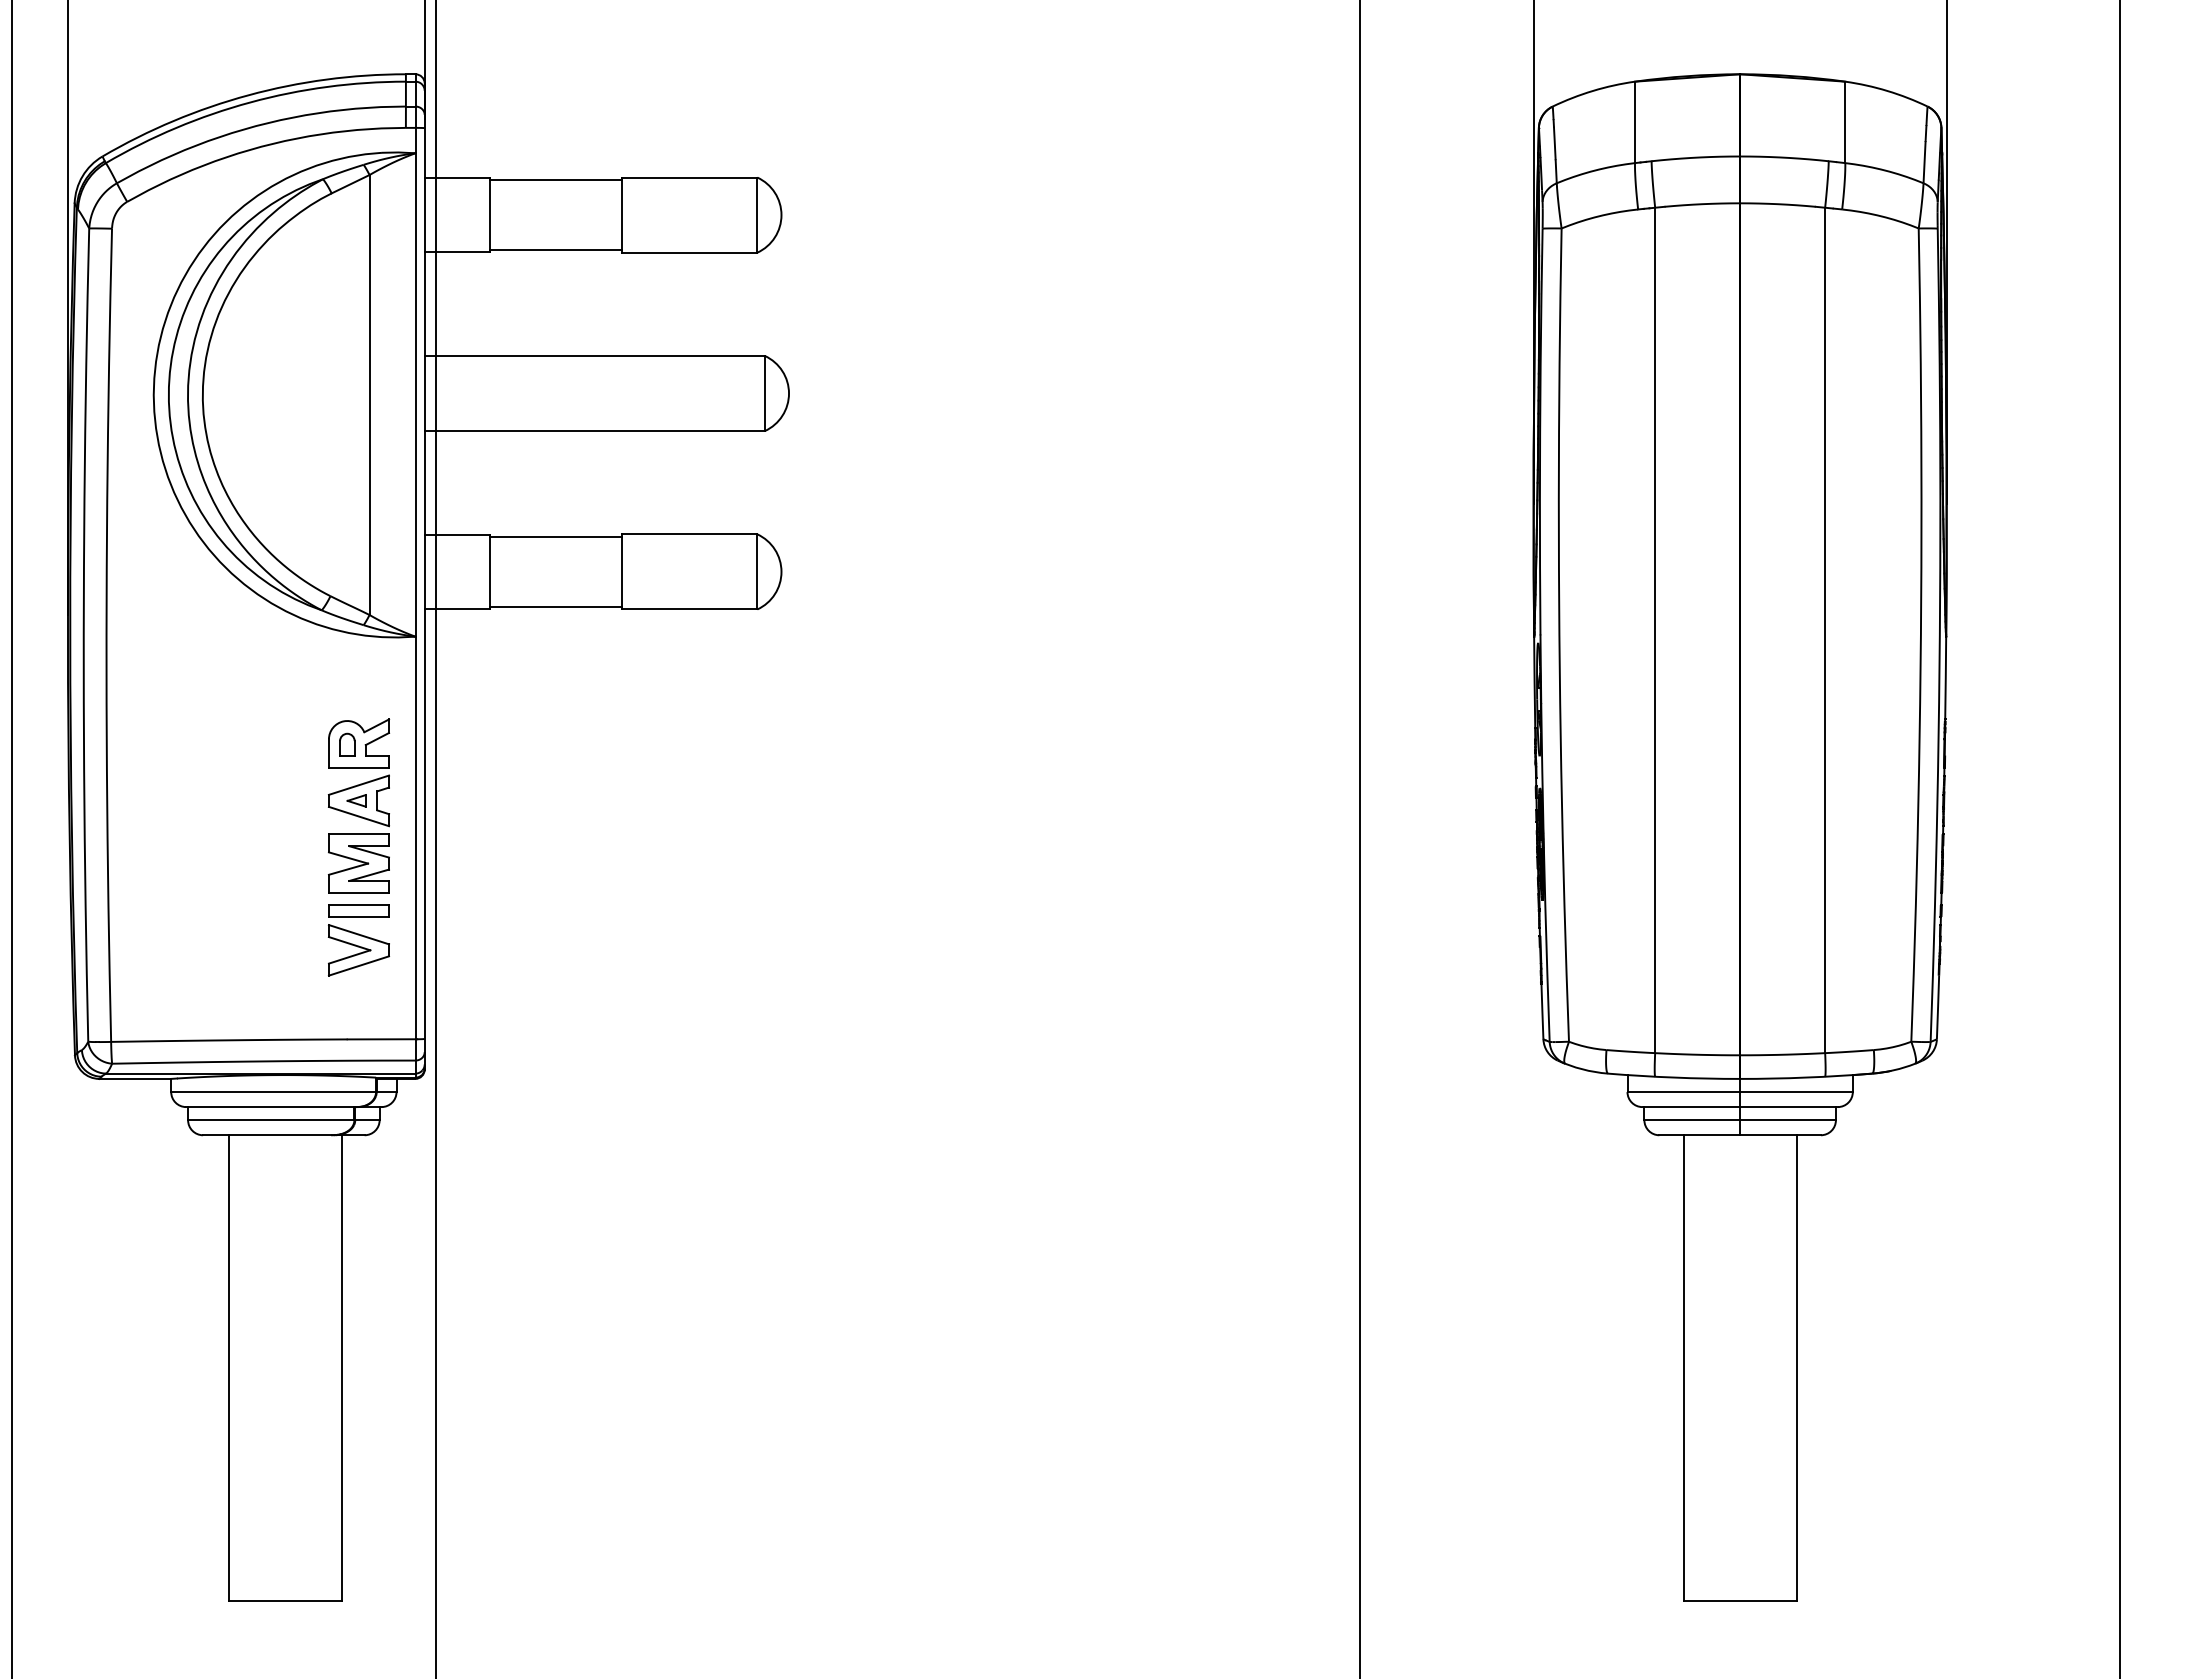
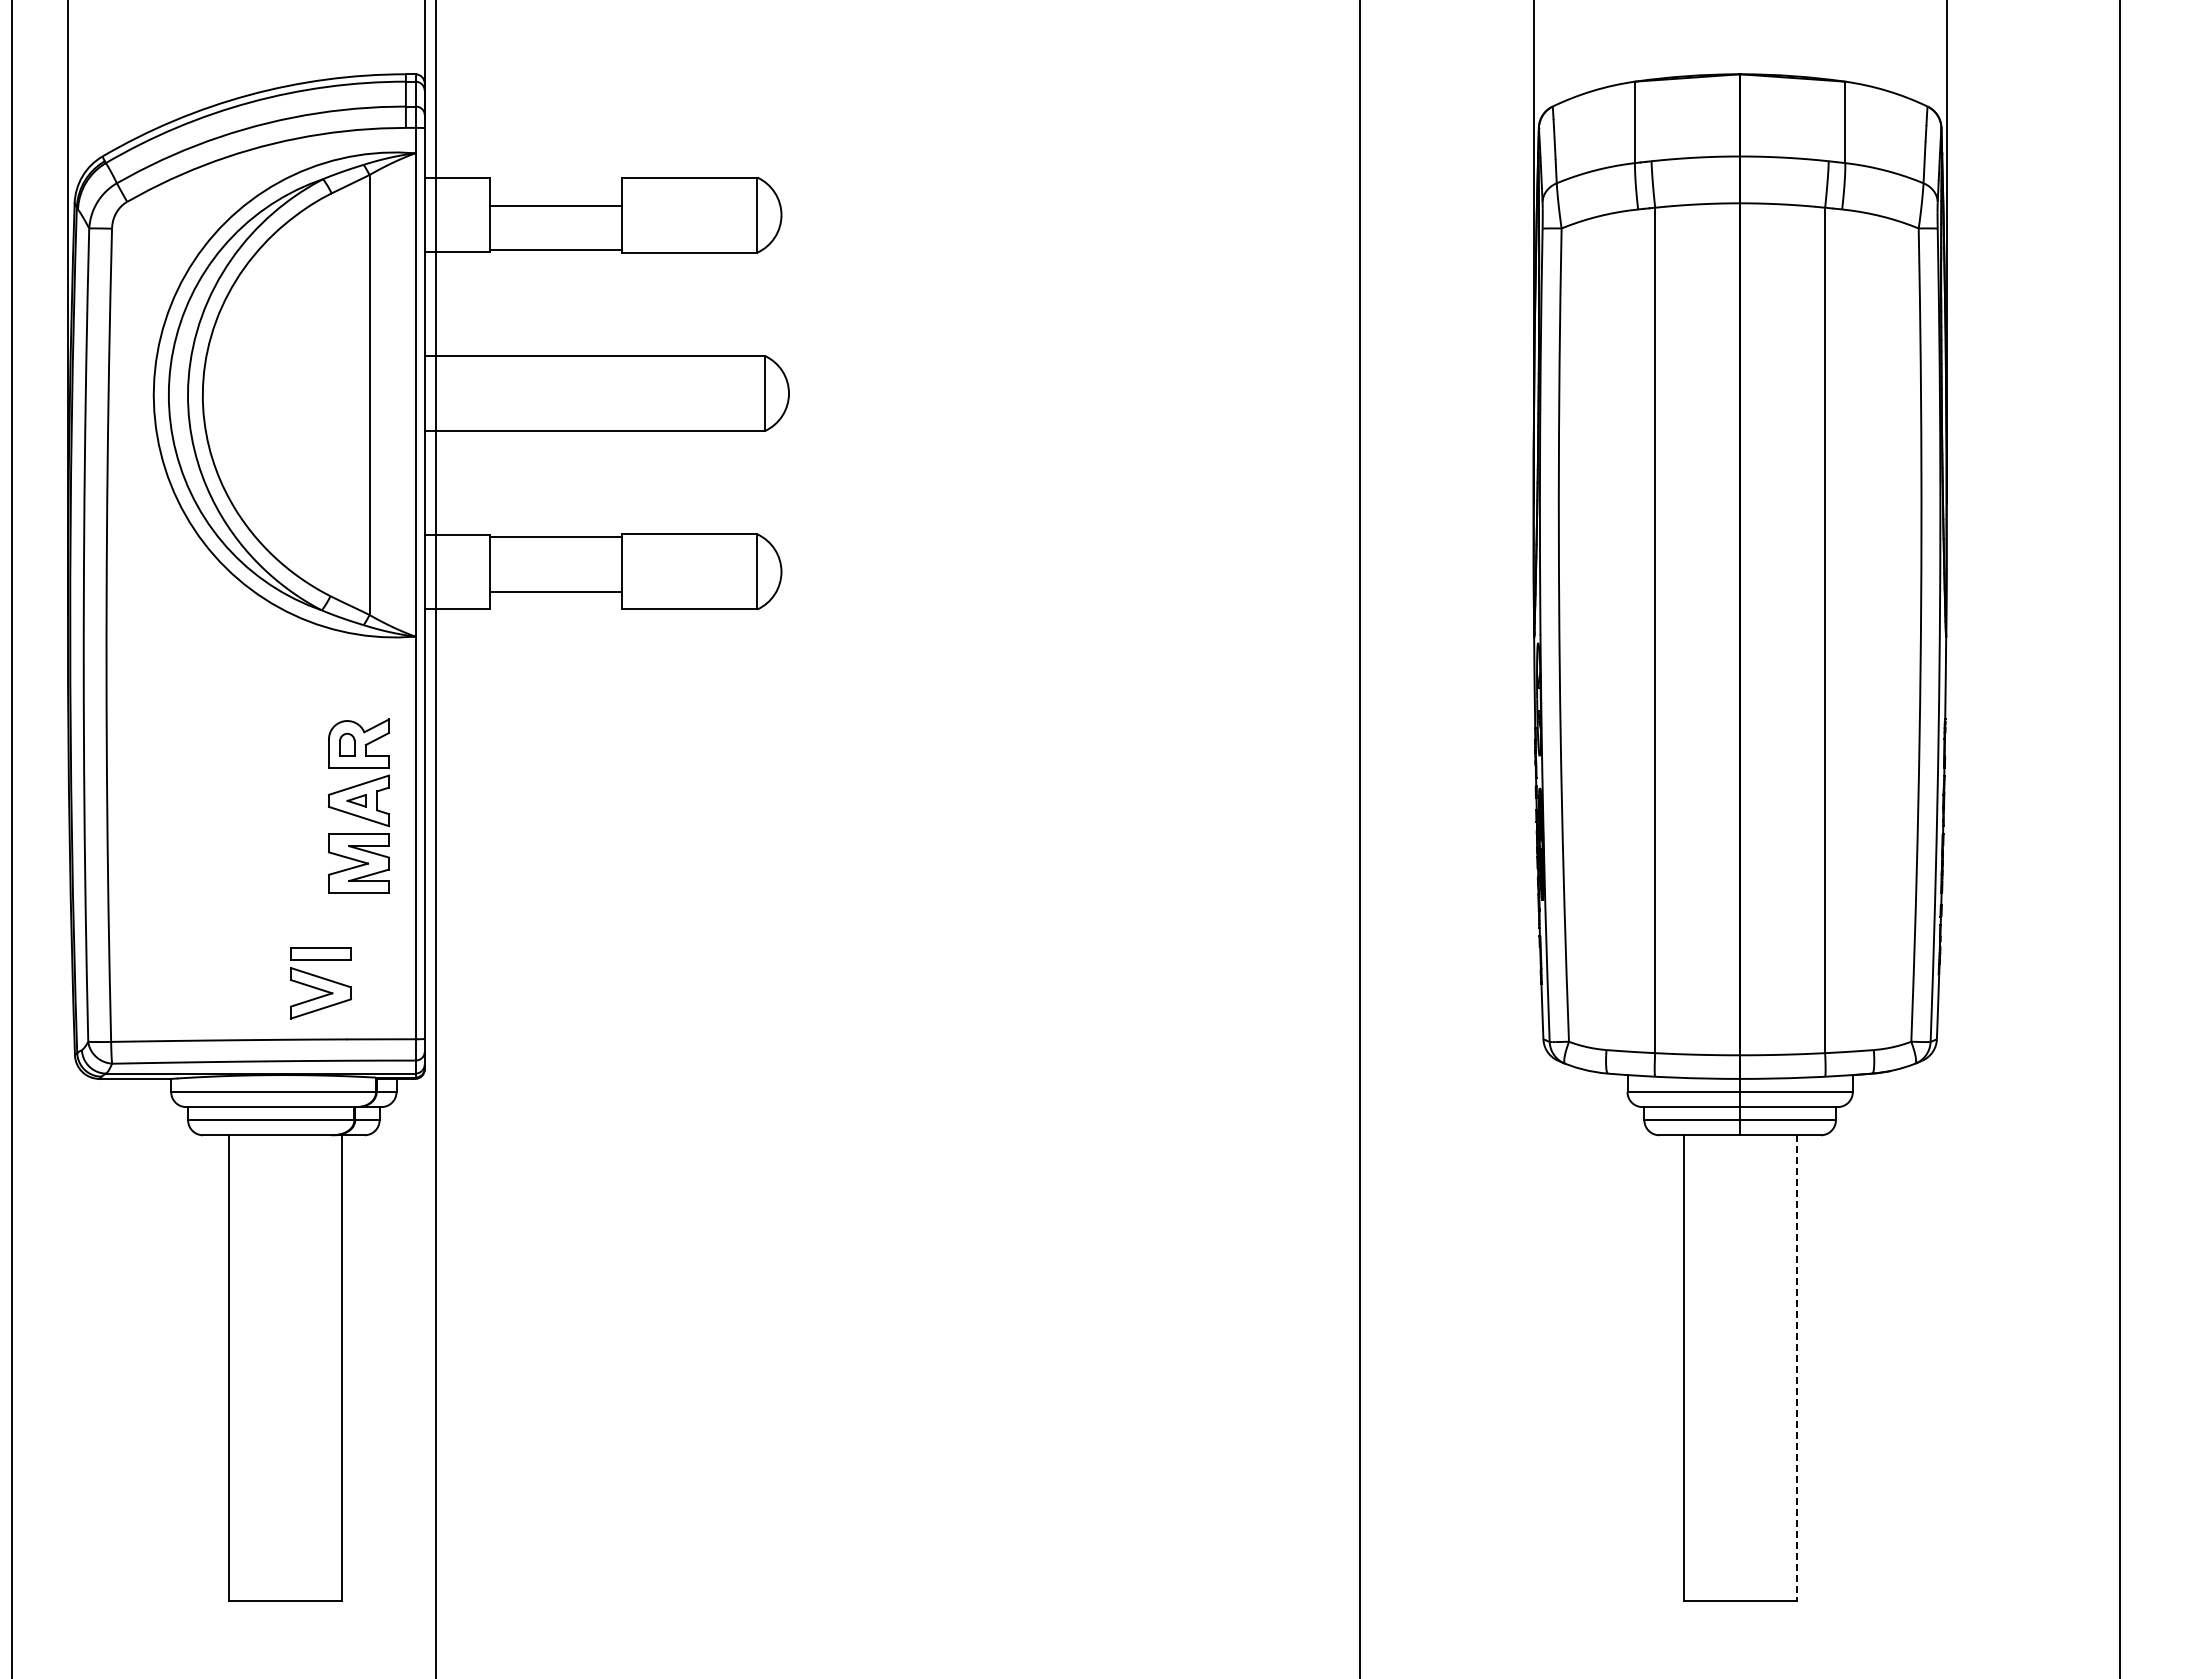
line at (555, 180) position: (555, 180) -> (555, 206)
line at (555, 606) position: (555, 606) -> (555, 591)
part at (358, 940) position: (358, 940) -> (320, 983)
line at (1796, 1367): solid -> dashed
